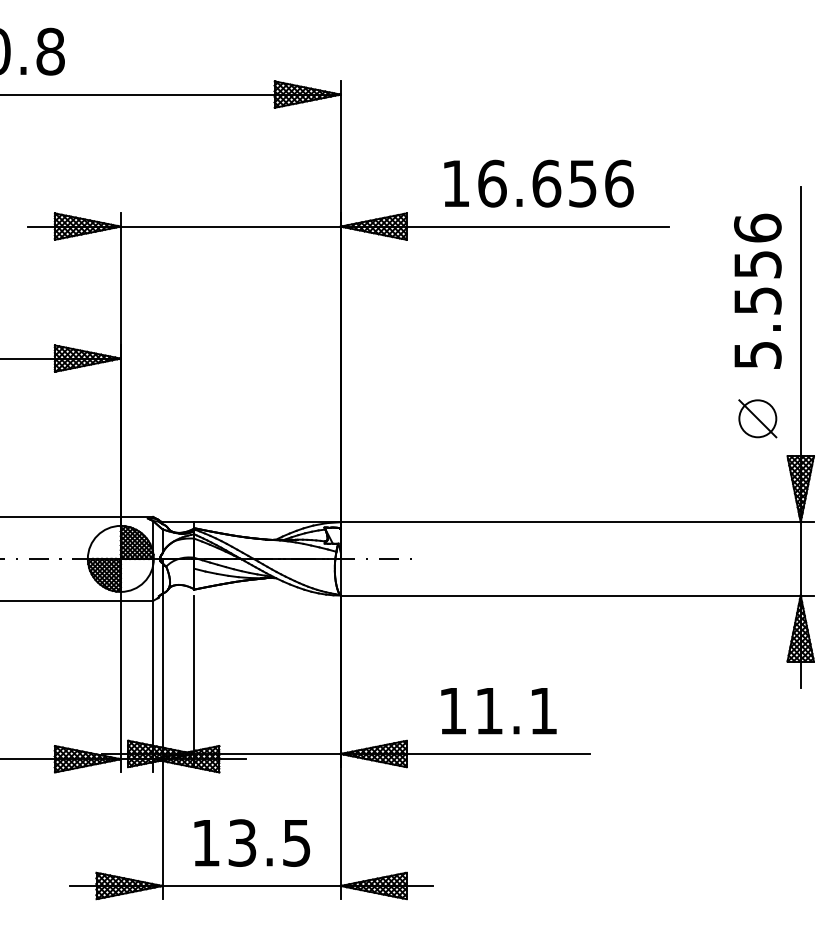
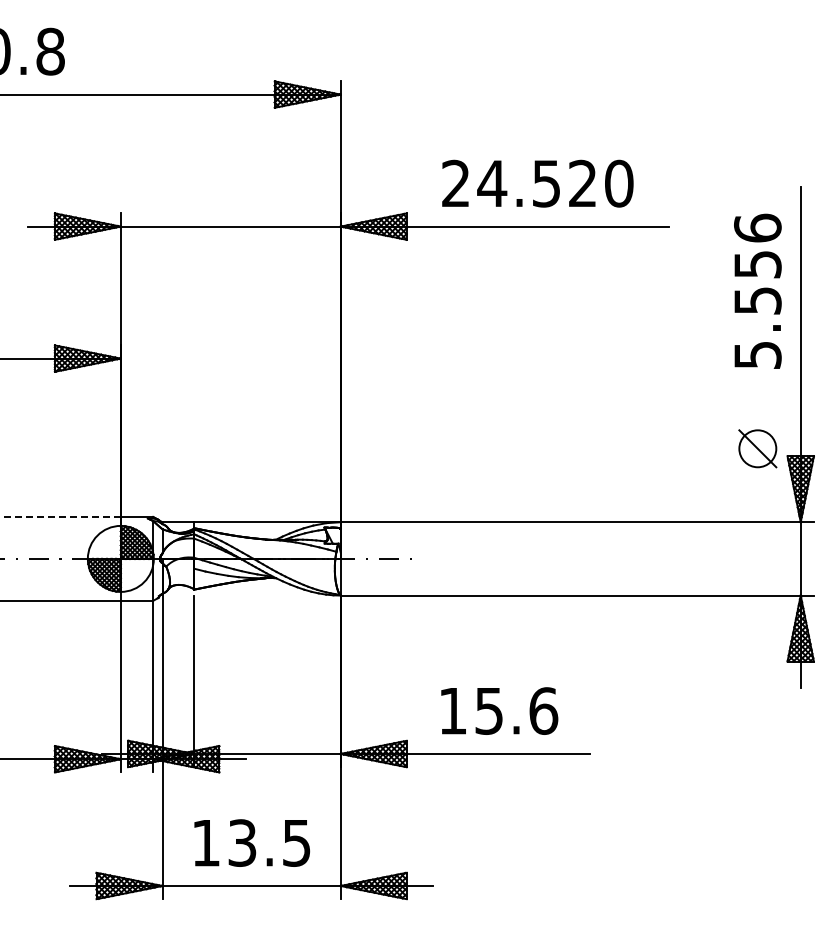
text at (537, 183): 16.656 -> 24.520
part at (757, 418) position: (757, 418) -> (757, 448)
line at (59, 517): solid -> dashed
text at (516, 710): 11.1 -> 15.6
